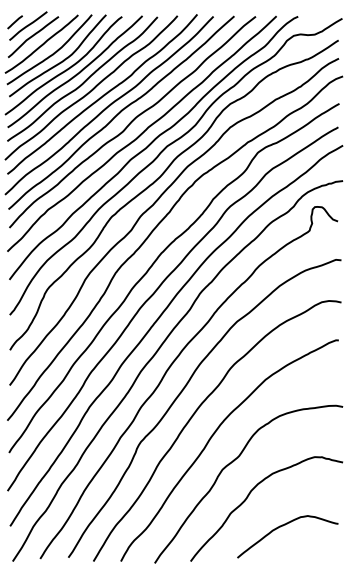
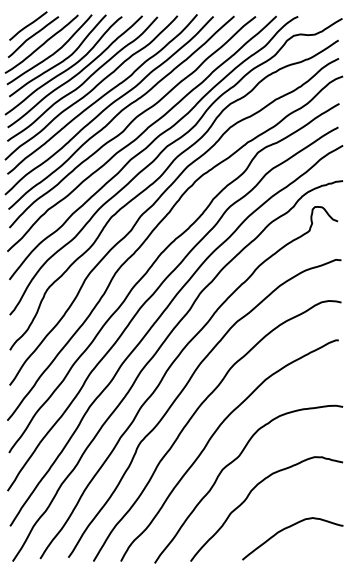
line at (14, 22): present -> none
curve at (283, 526) position: (283, 526) -> (288, 528)
